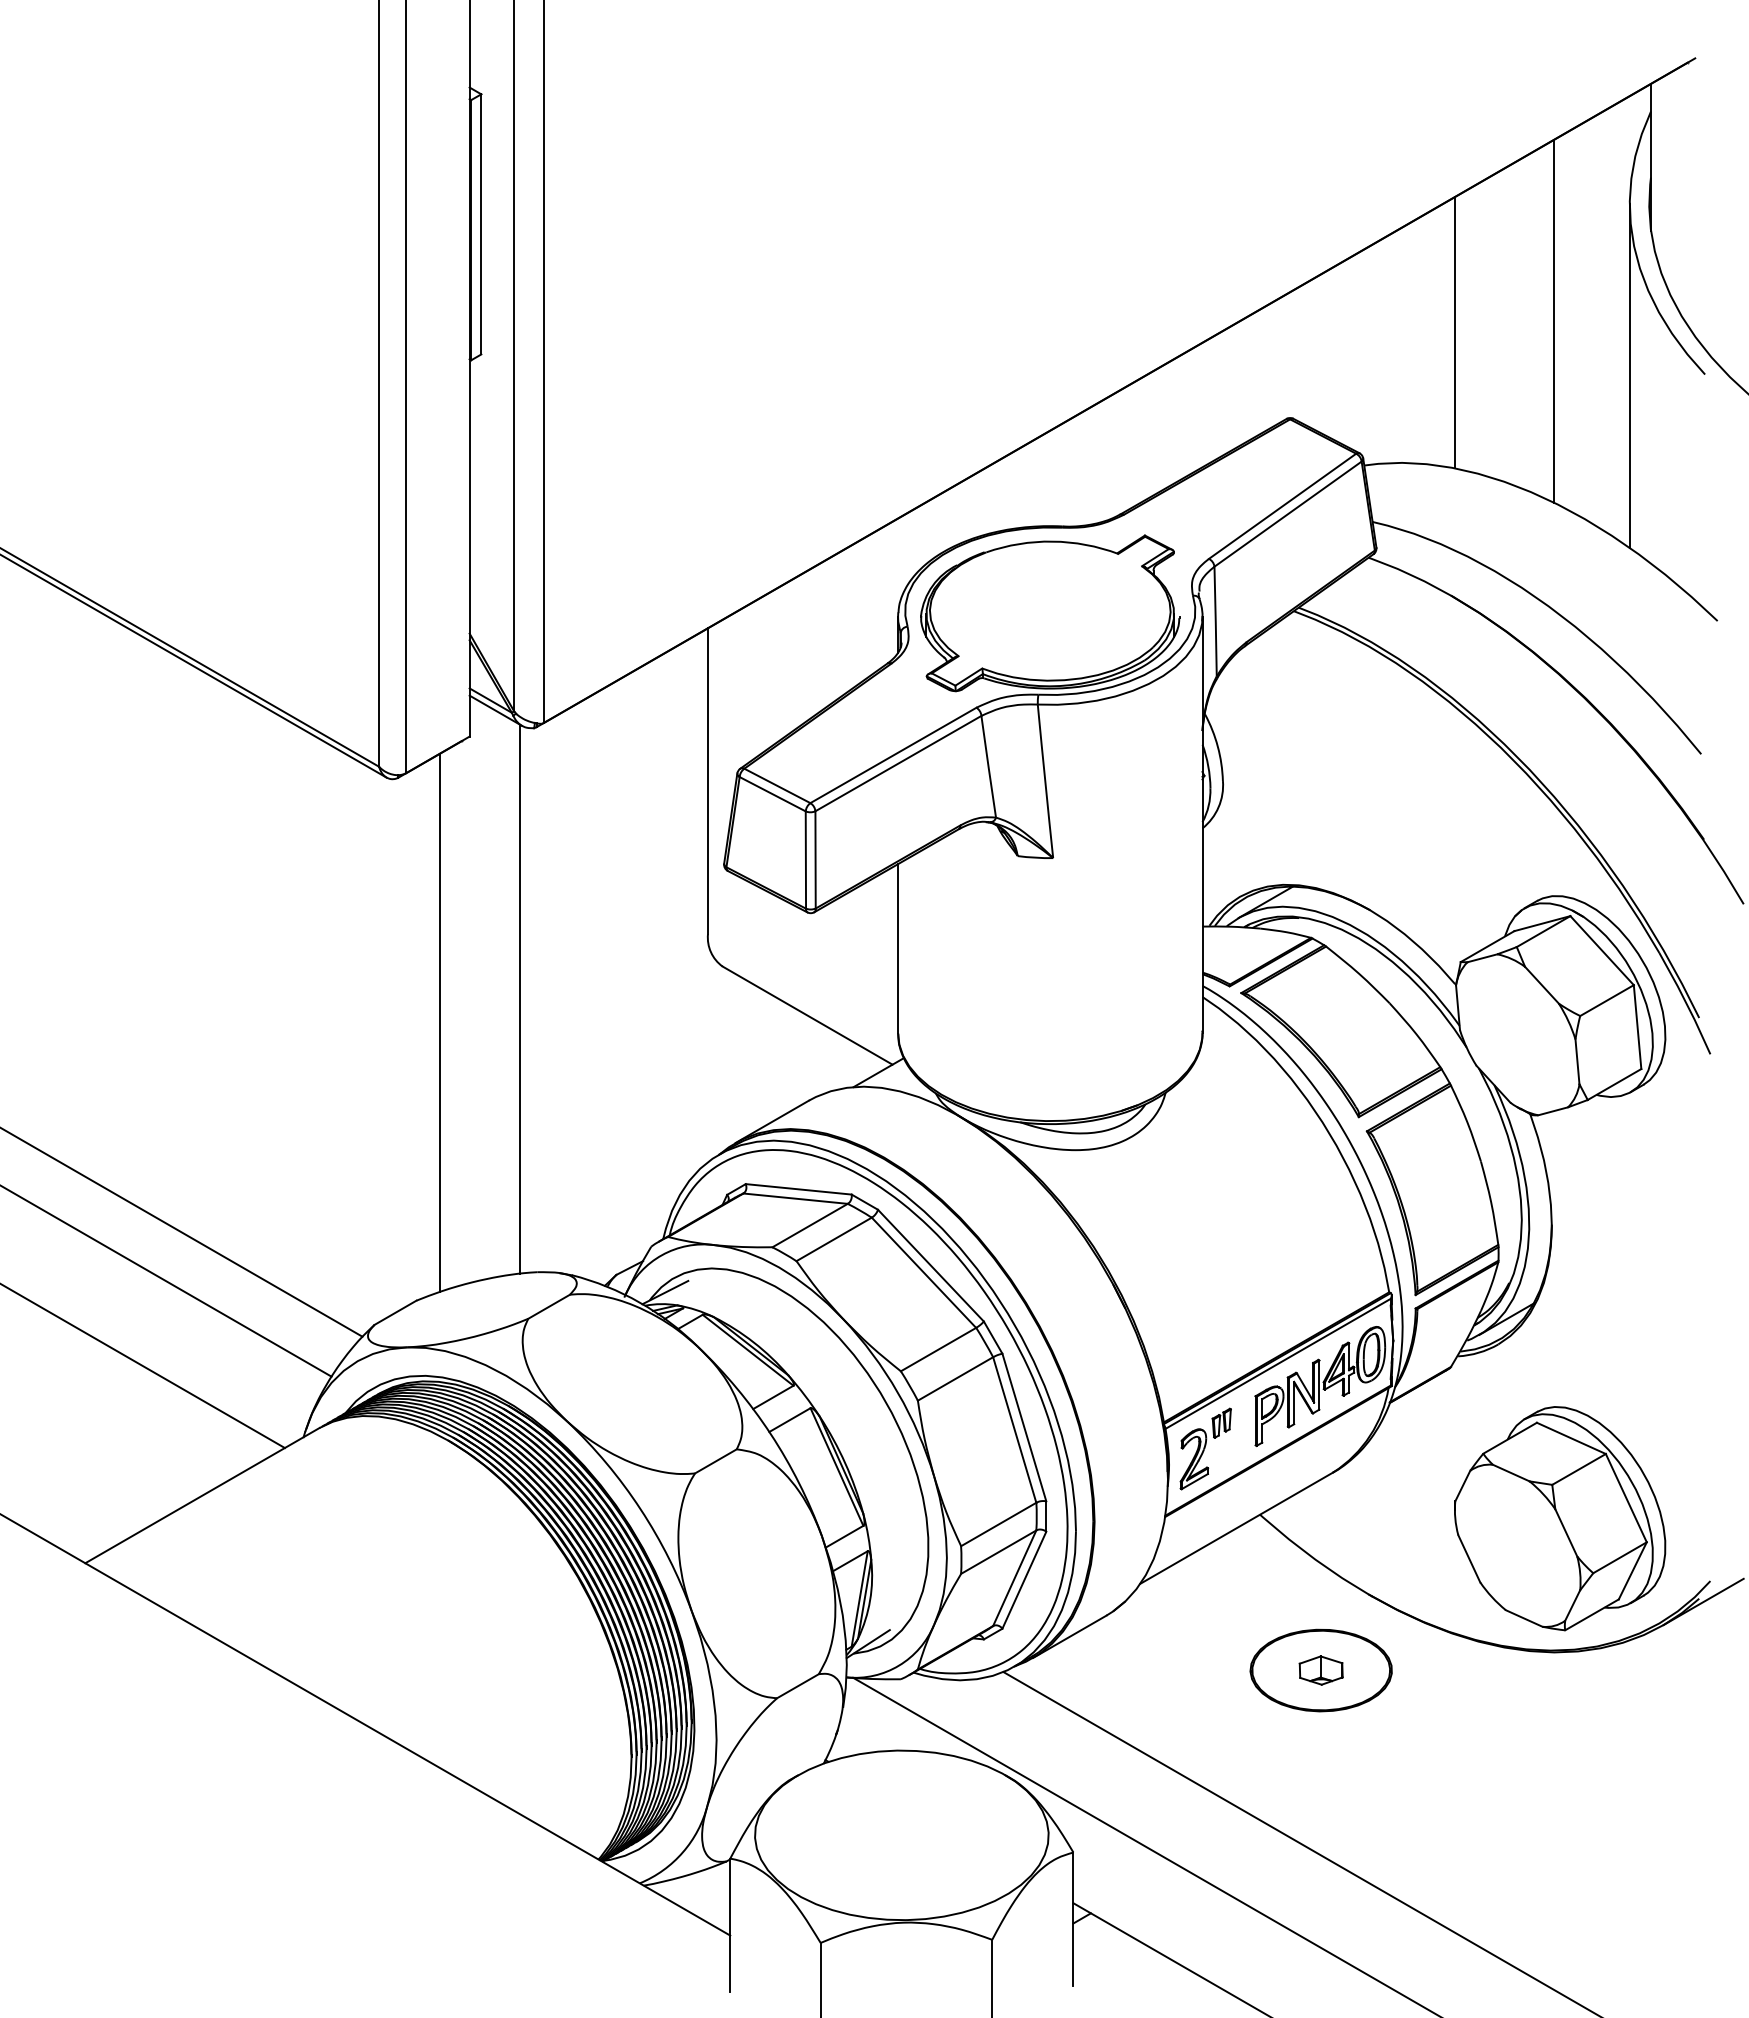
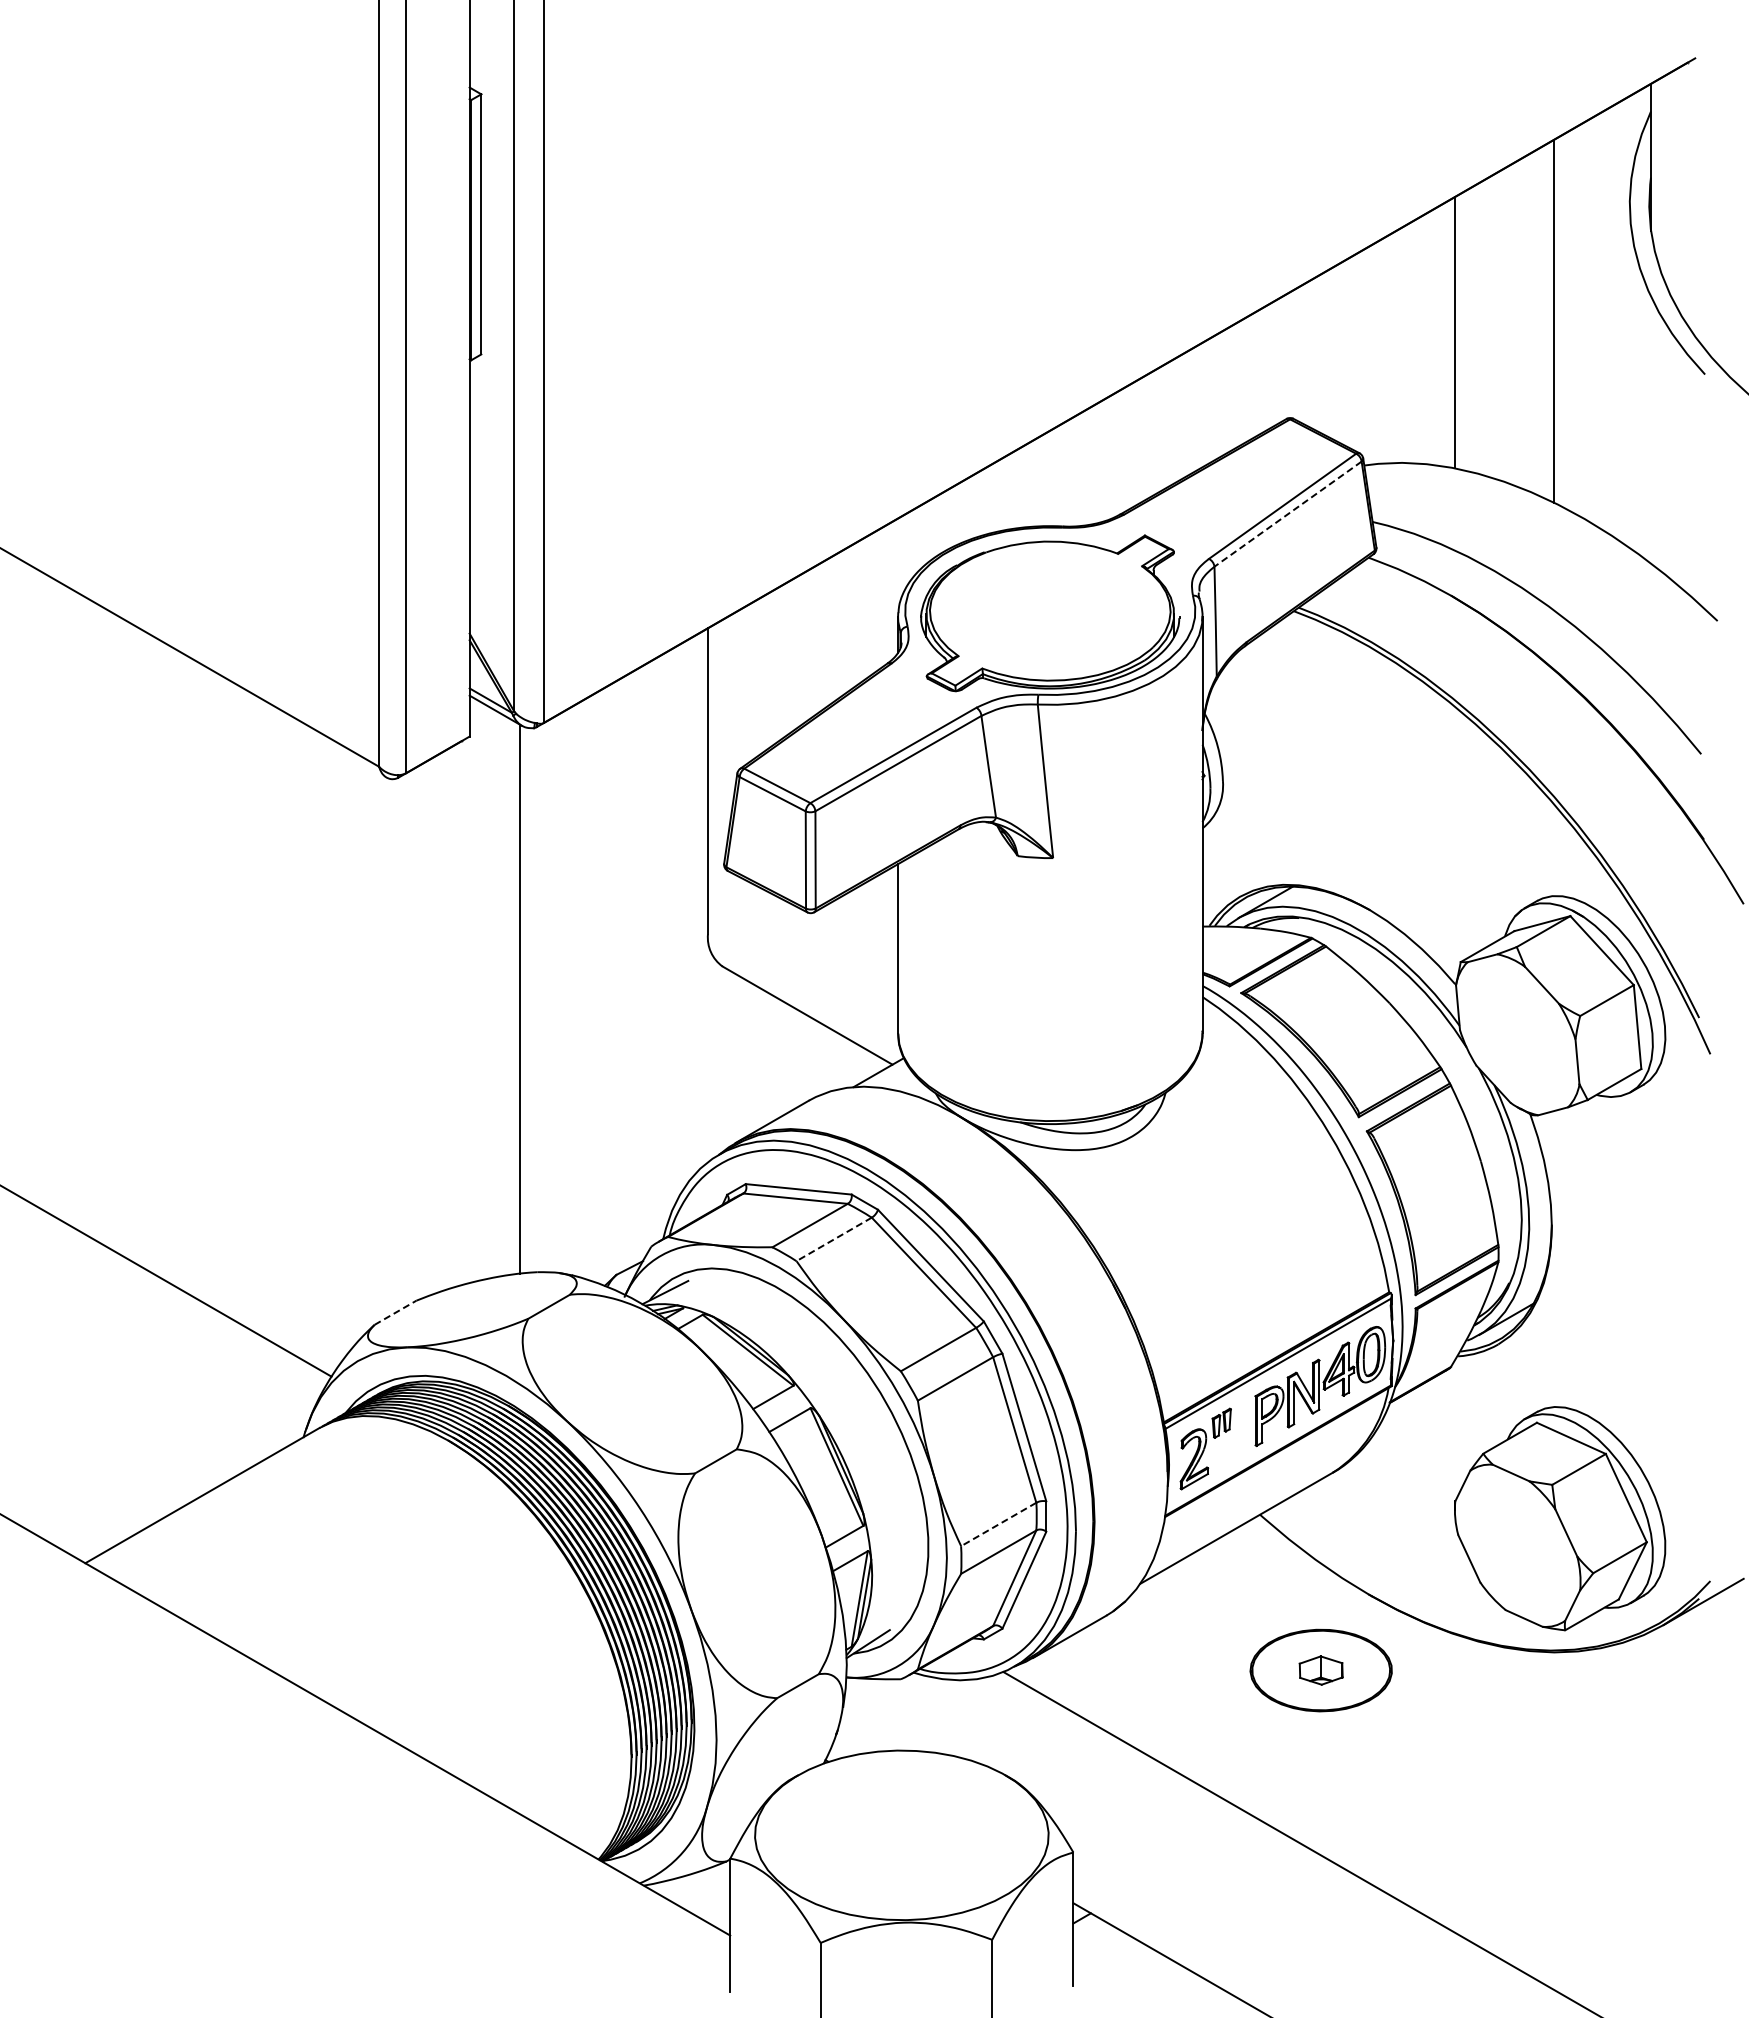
line at (1629, 375): present -> none
line at (1287, 514): solid -> dashed
line at (194, 666): present -> none
line at (440, 1022): present -> none
line at (182, 1232): present -> none
line at (833, 1239): solid -> dashed
line at (395, 1312): solid -> dashed
line at (143, 1366): present -> none
line at (998, 1524): solid -> dashed
line at (1145, 1845): present -> none
